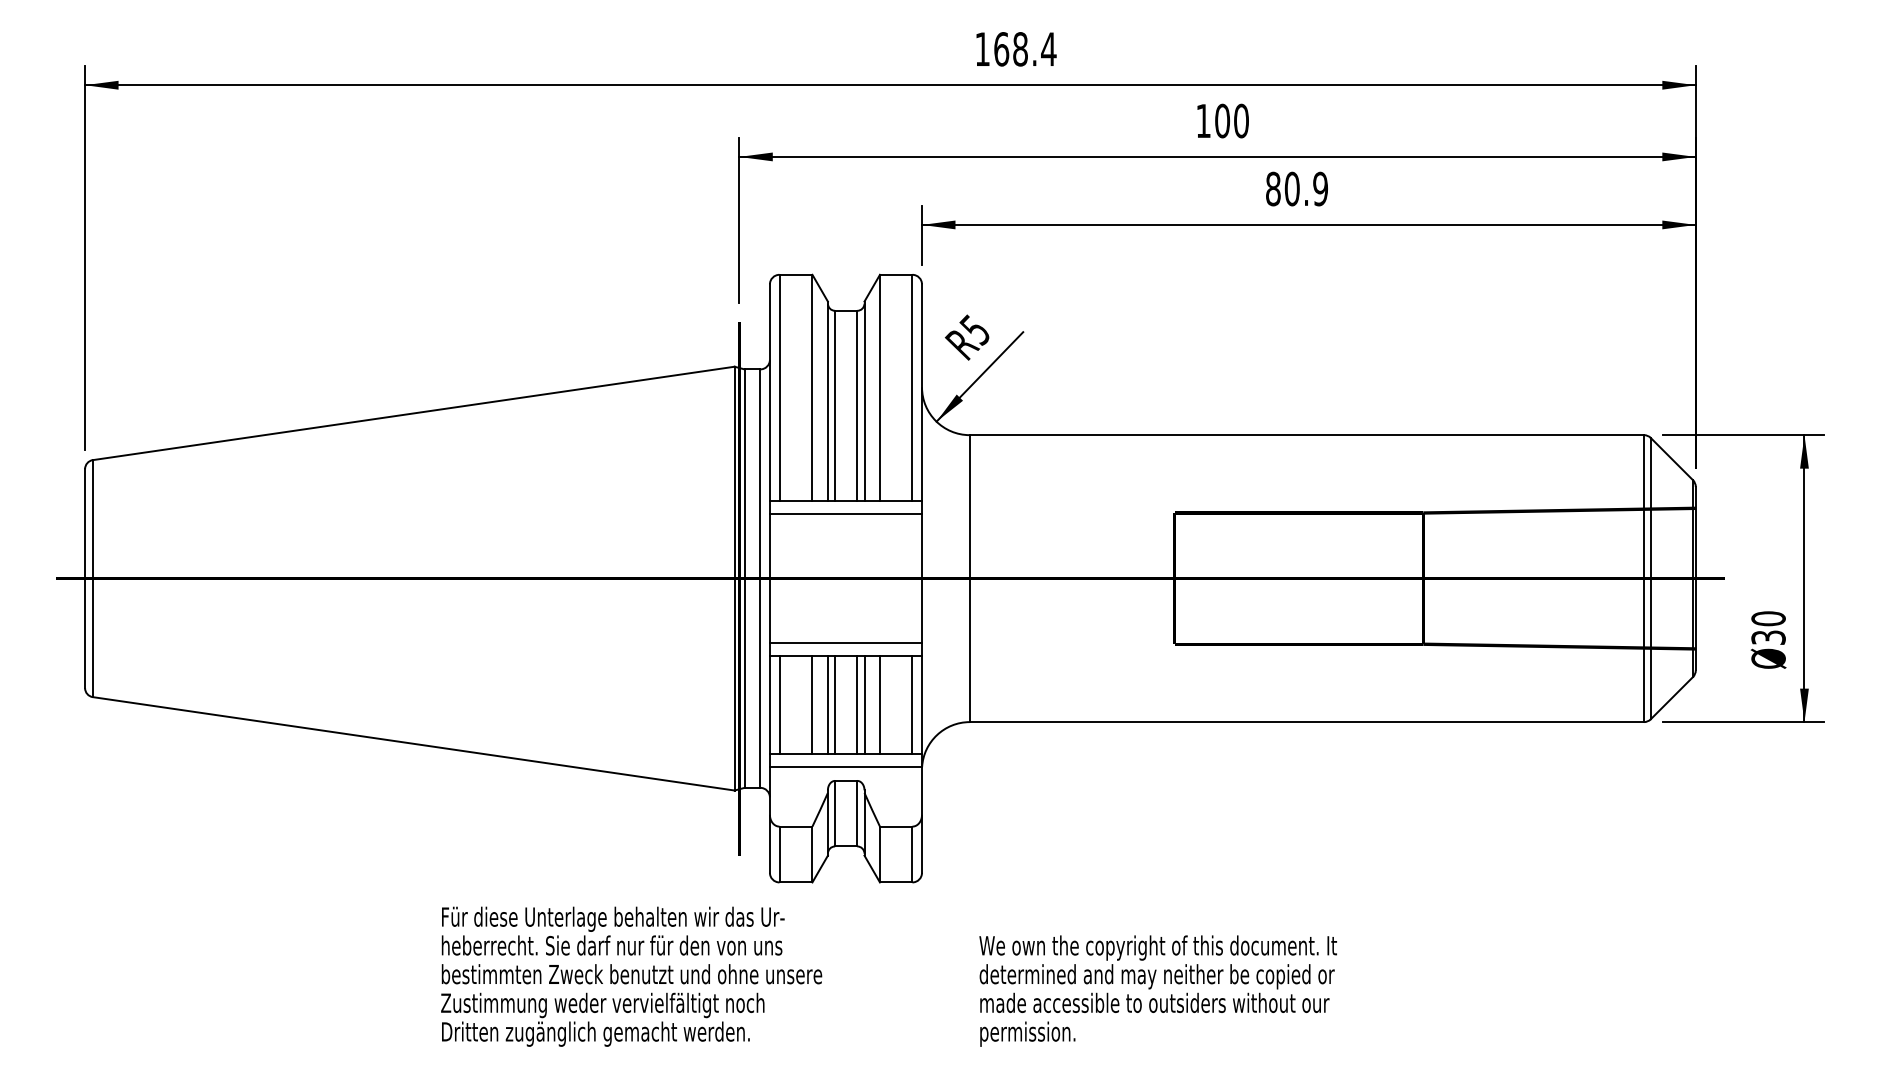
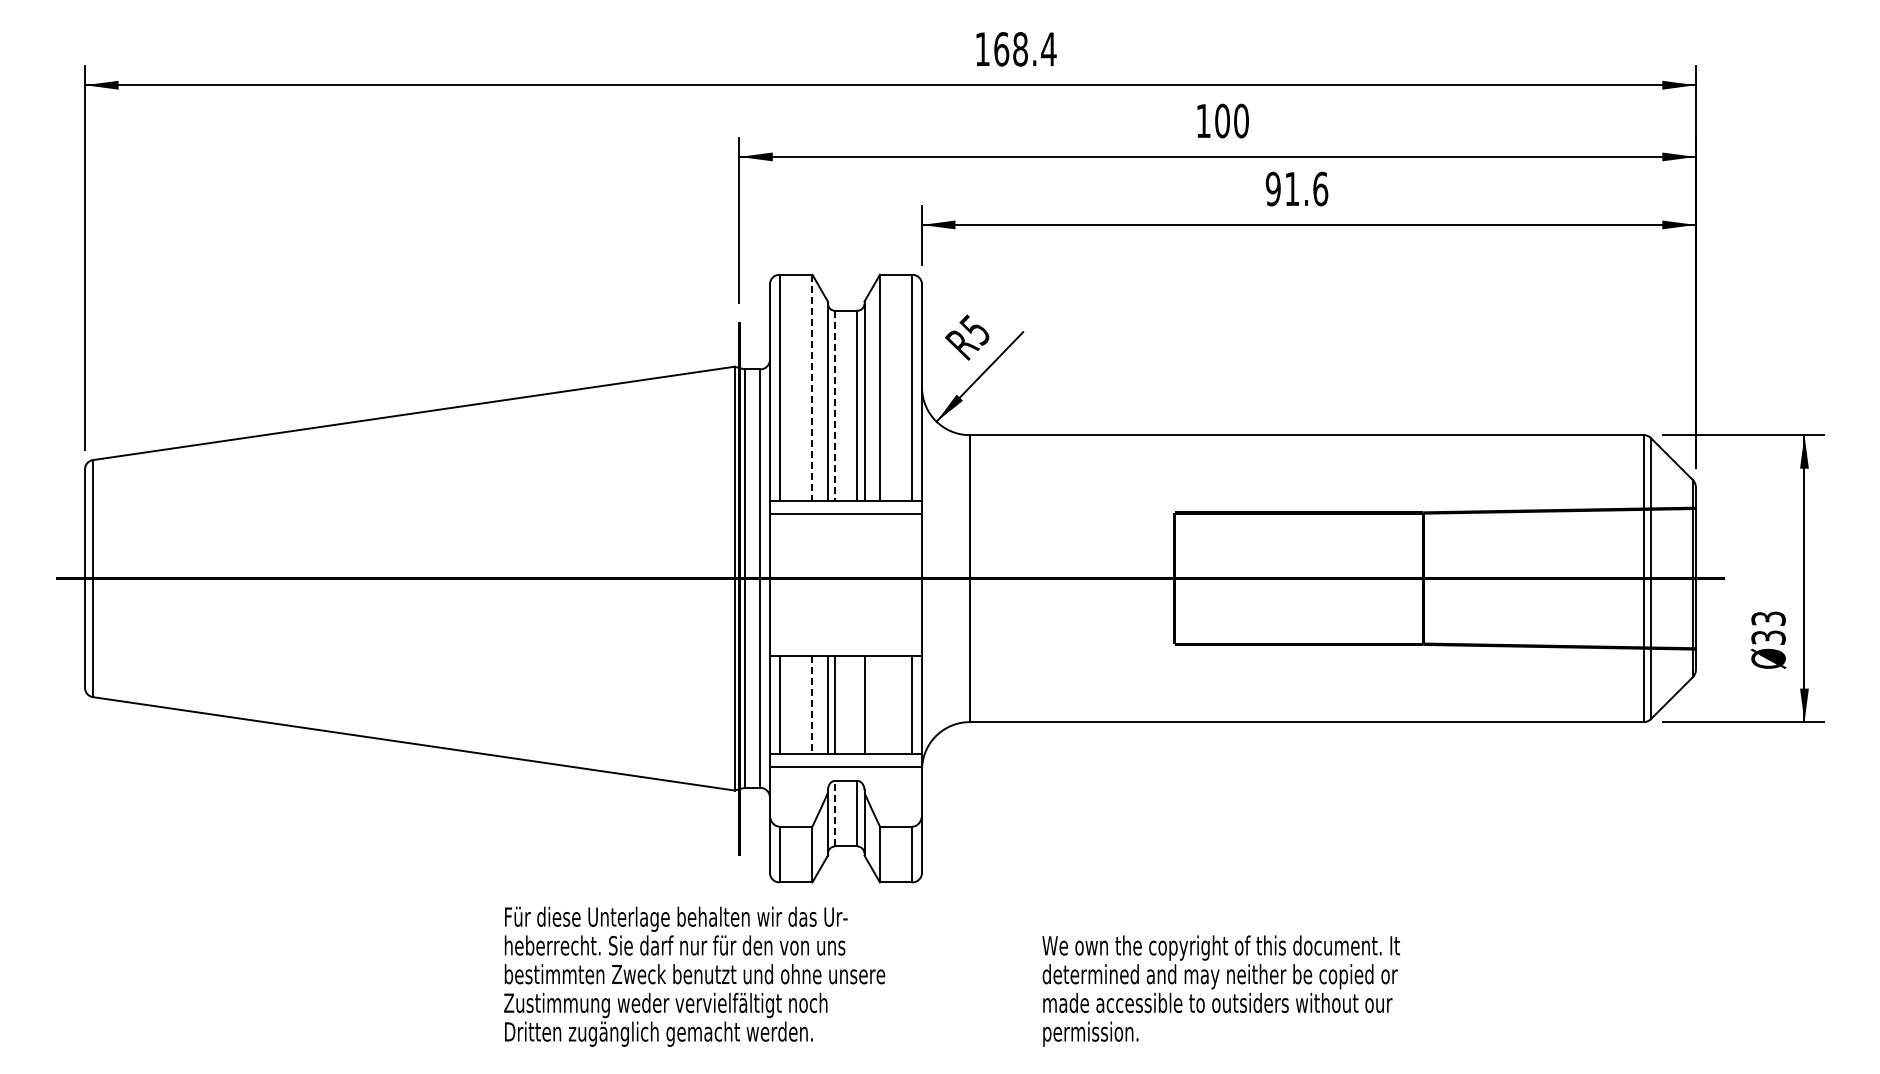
text at (1296, 188): 80.9 -> 91.6
line at (812, 388): solid -> dashed
line at (835, 406): solid -> dashed
text at (1768, 618): 30 -> 33
line at (845, 643): present -> none
line at (812, 705): solid -> dashed
line at (857, 705): present -> none
line at (879, 705): present -> none
line at (835, 813): solid -> dashed
text at (888, 976) position: (888, 976) -> (951, 976)
